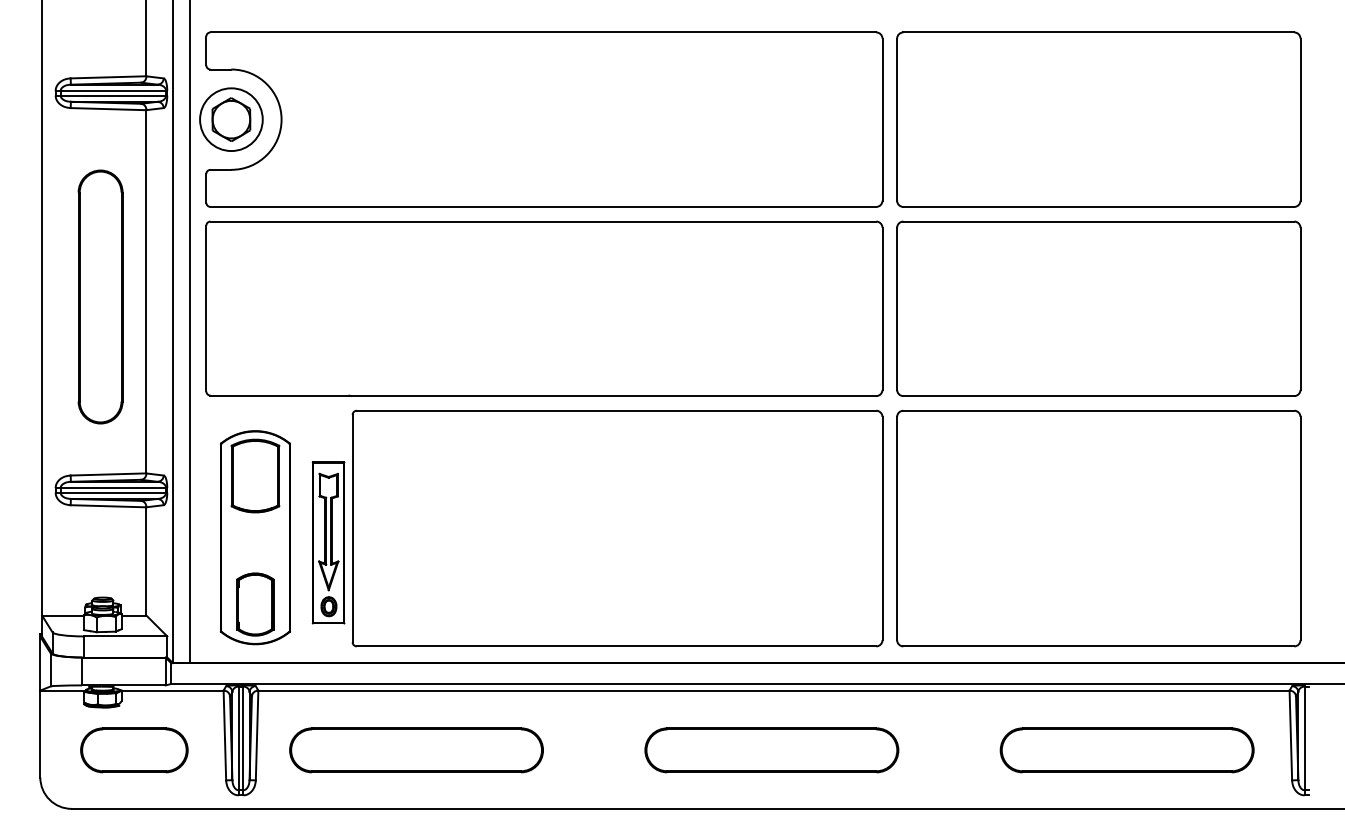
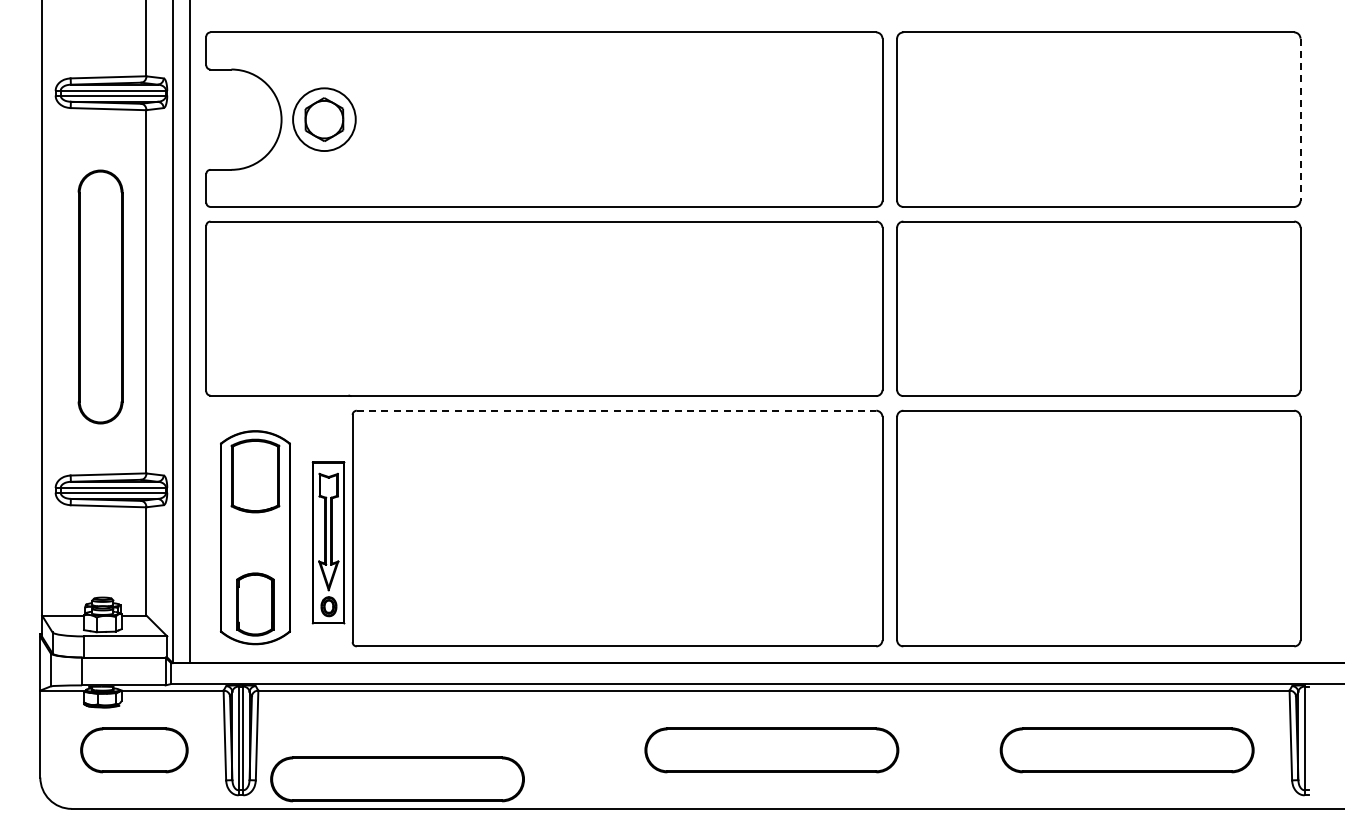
part at (231, 119) position: (231, 119) -> (324, 119)
line at (1300, 120): solid -> dashed
line at (616, 410): solid -> dashed
part at (416, 750) position: (416, 750) -> (397, 779)
